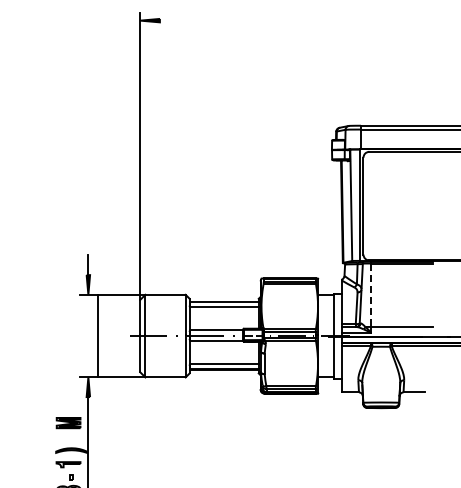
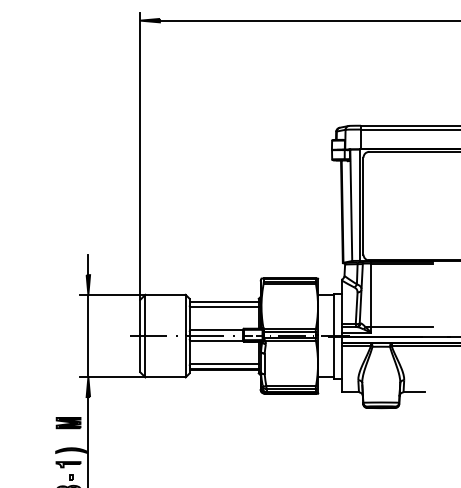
line at (308, 20): none -> present
line at (371, 295): dashed -> solid
line at (98, 335) position: (98, 335) -> (88, 335)
